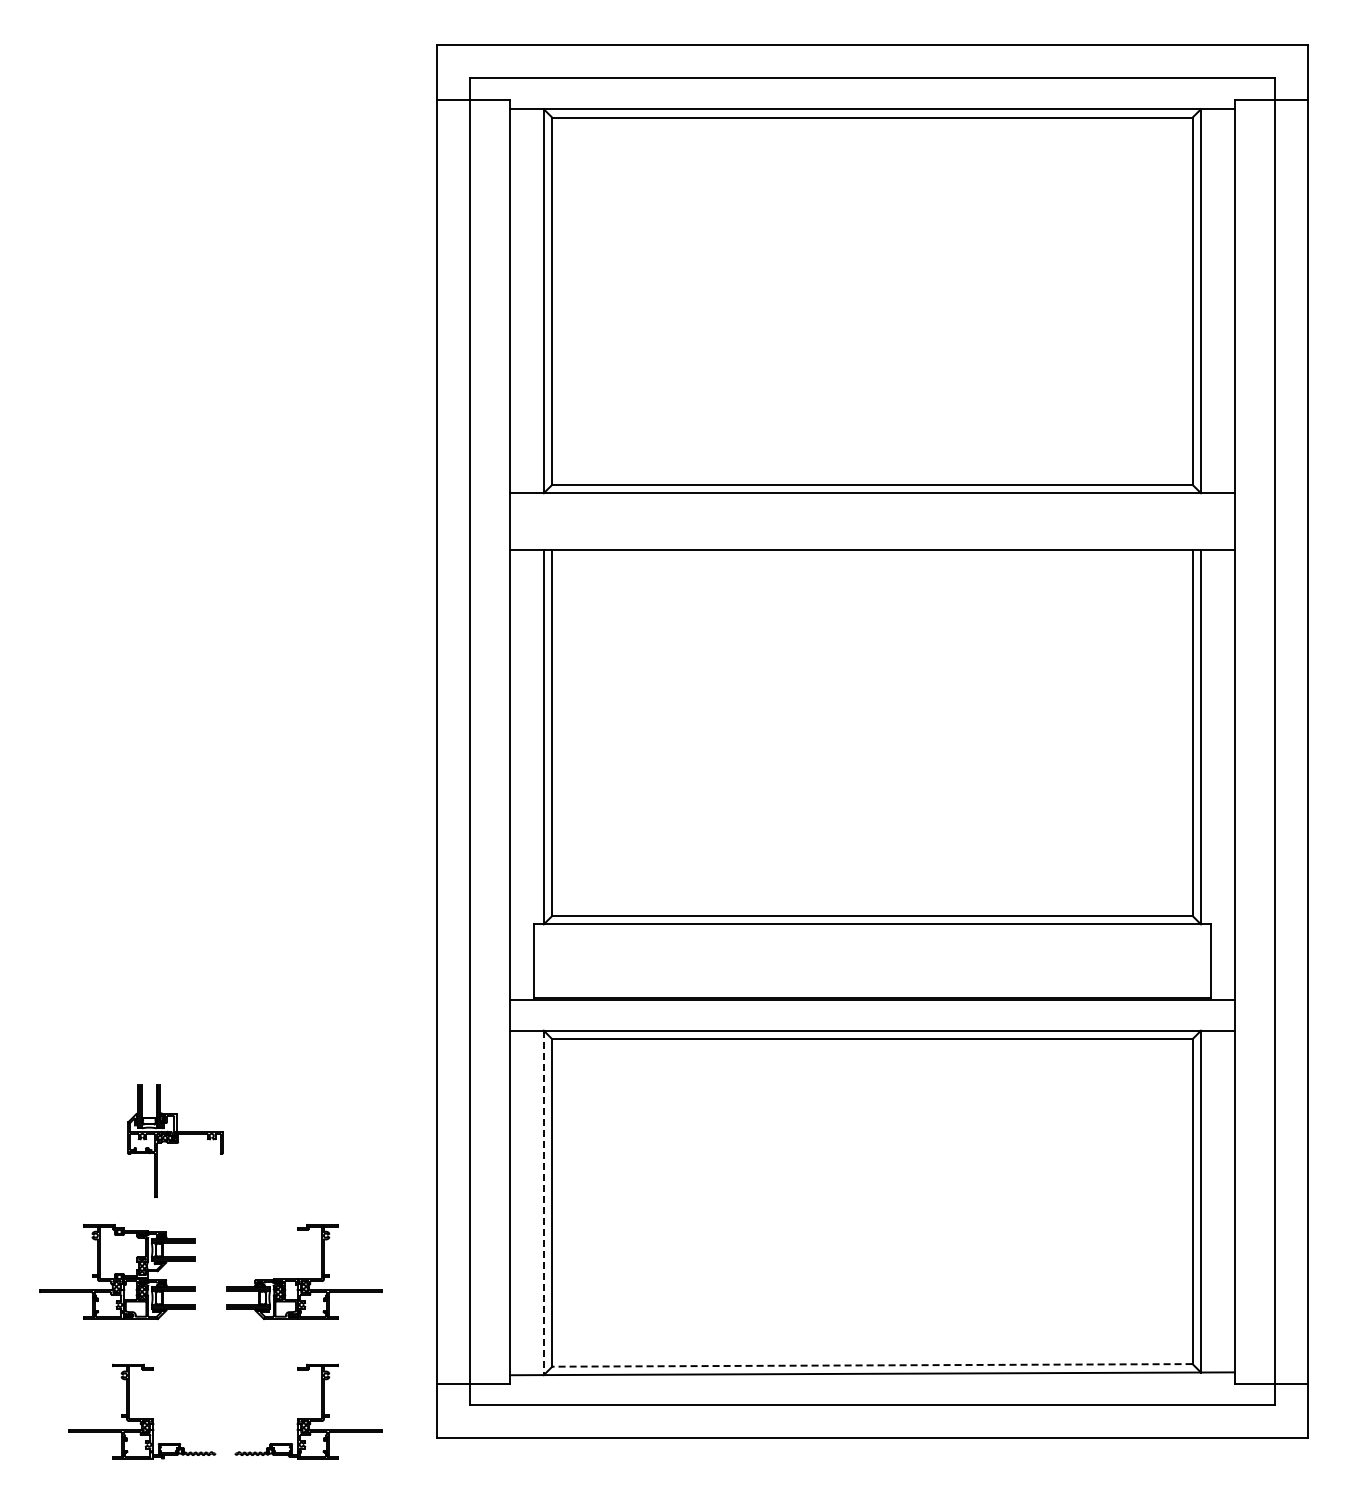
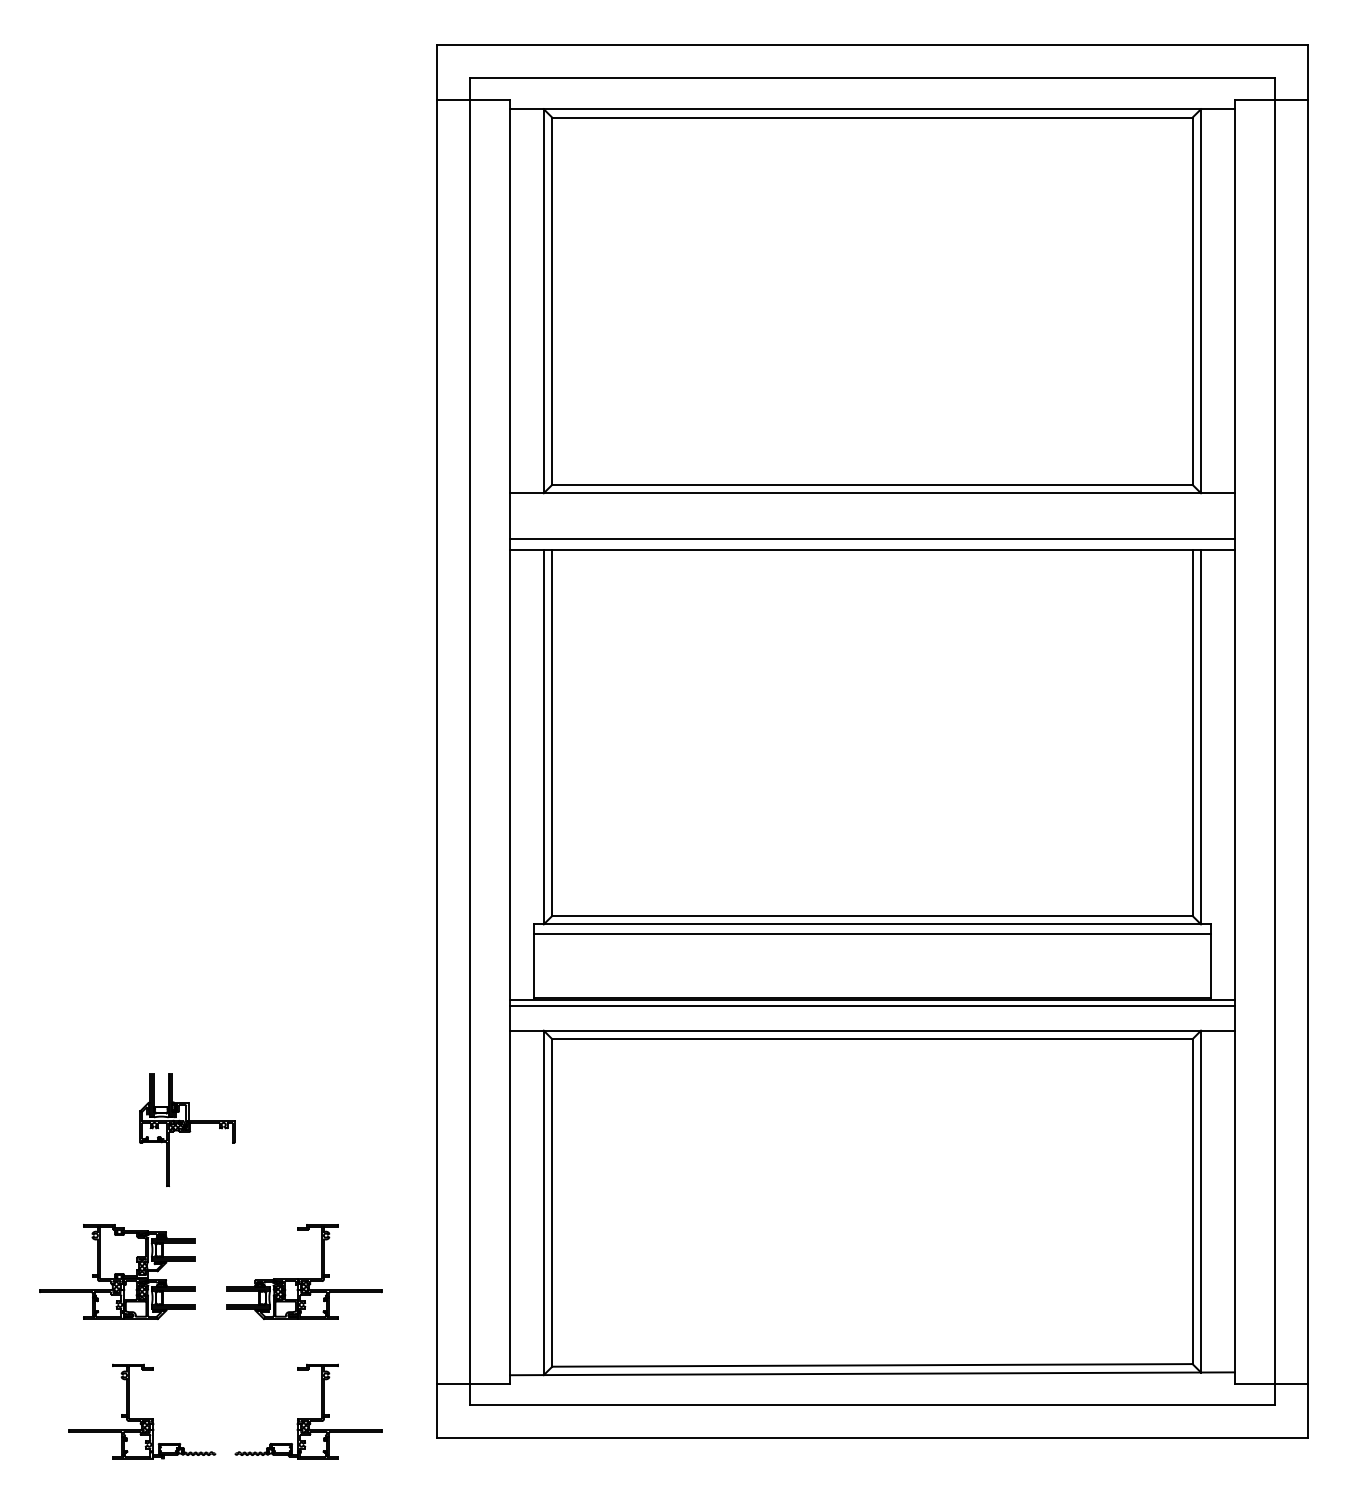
line at (872, 539): none -> present
line at (872, 934): none -> present
line at (872, 1006): none -> present
part at (175, 1141) position: (175, 1141) -> (187, 1130)
line at (543, 1203): dashed -> solid
line at (871, 1365): dashed -> solid
